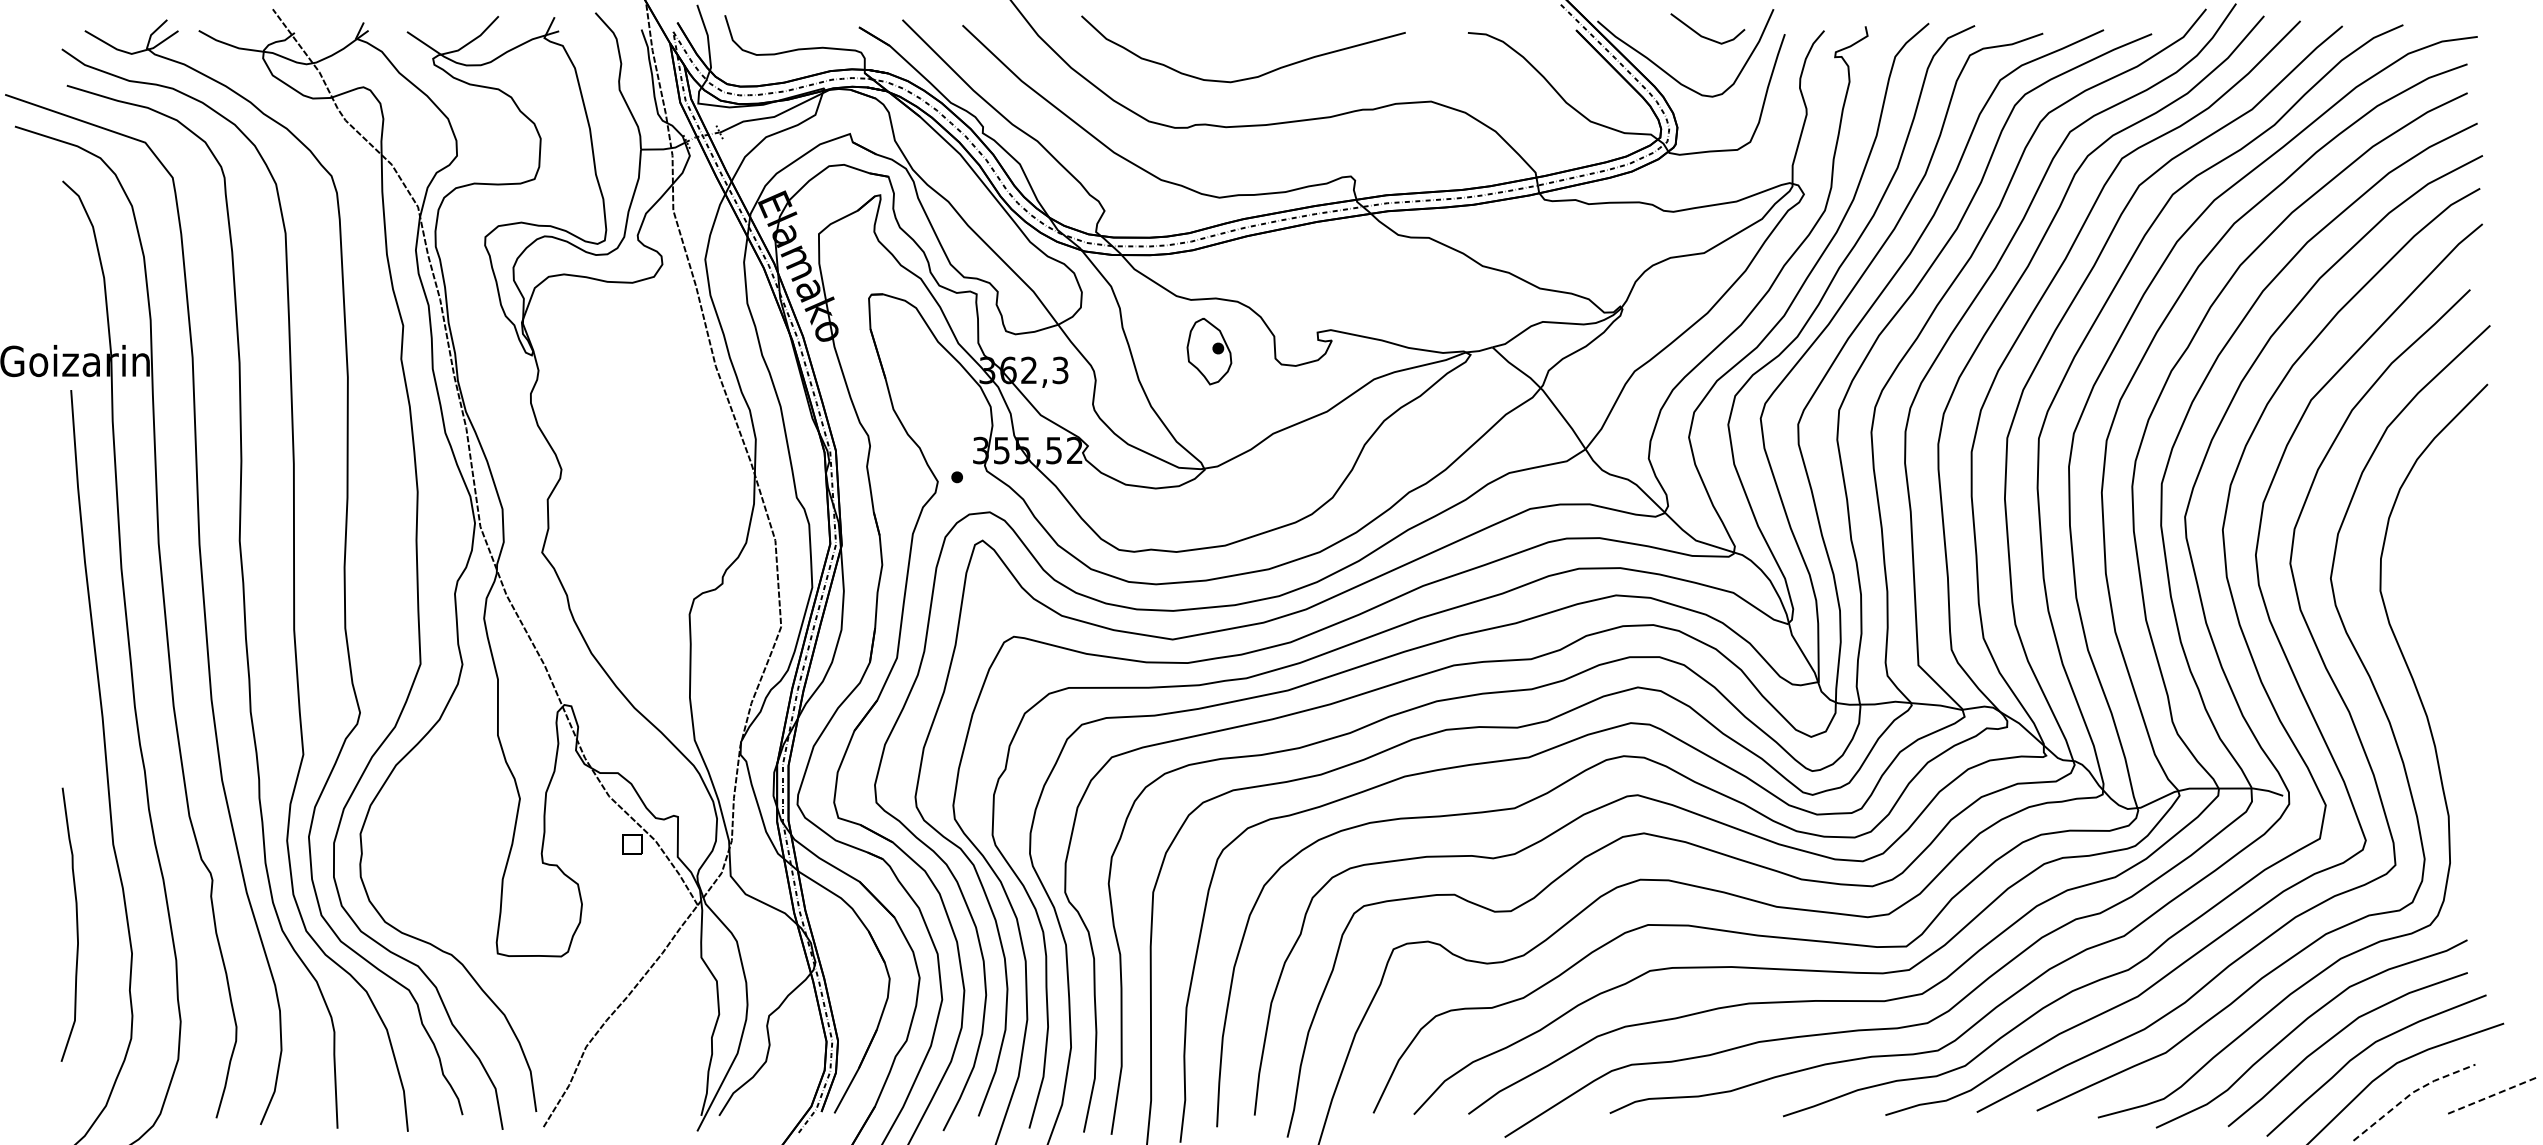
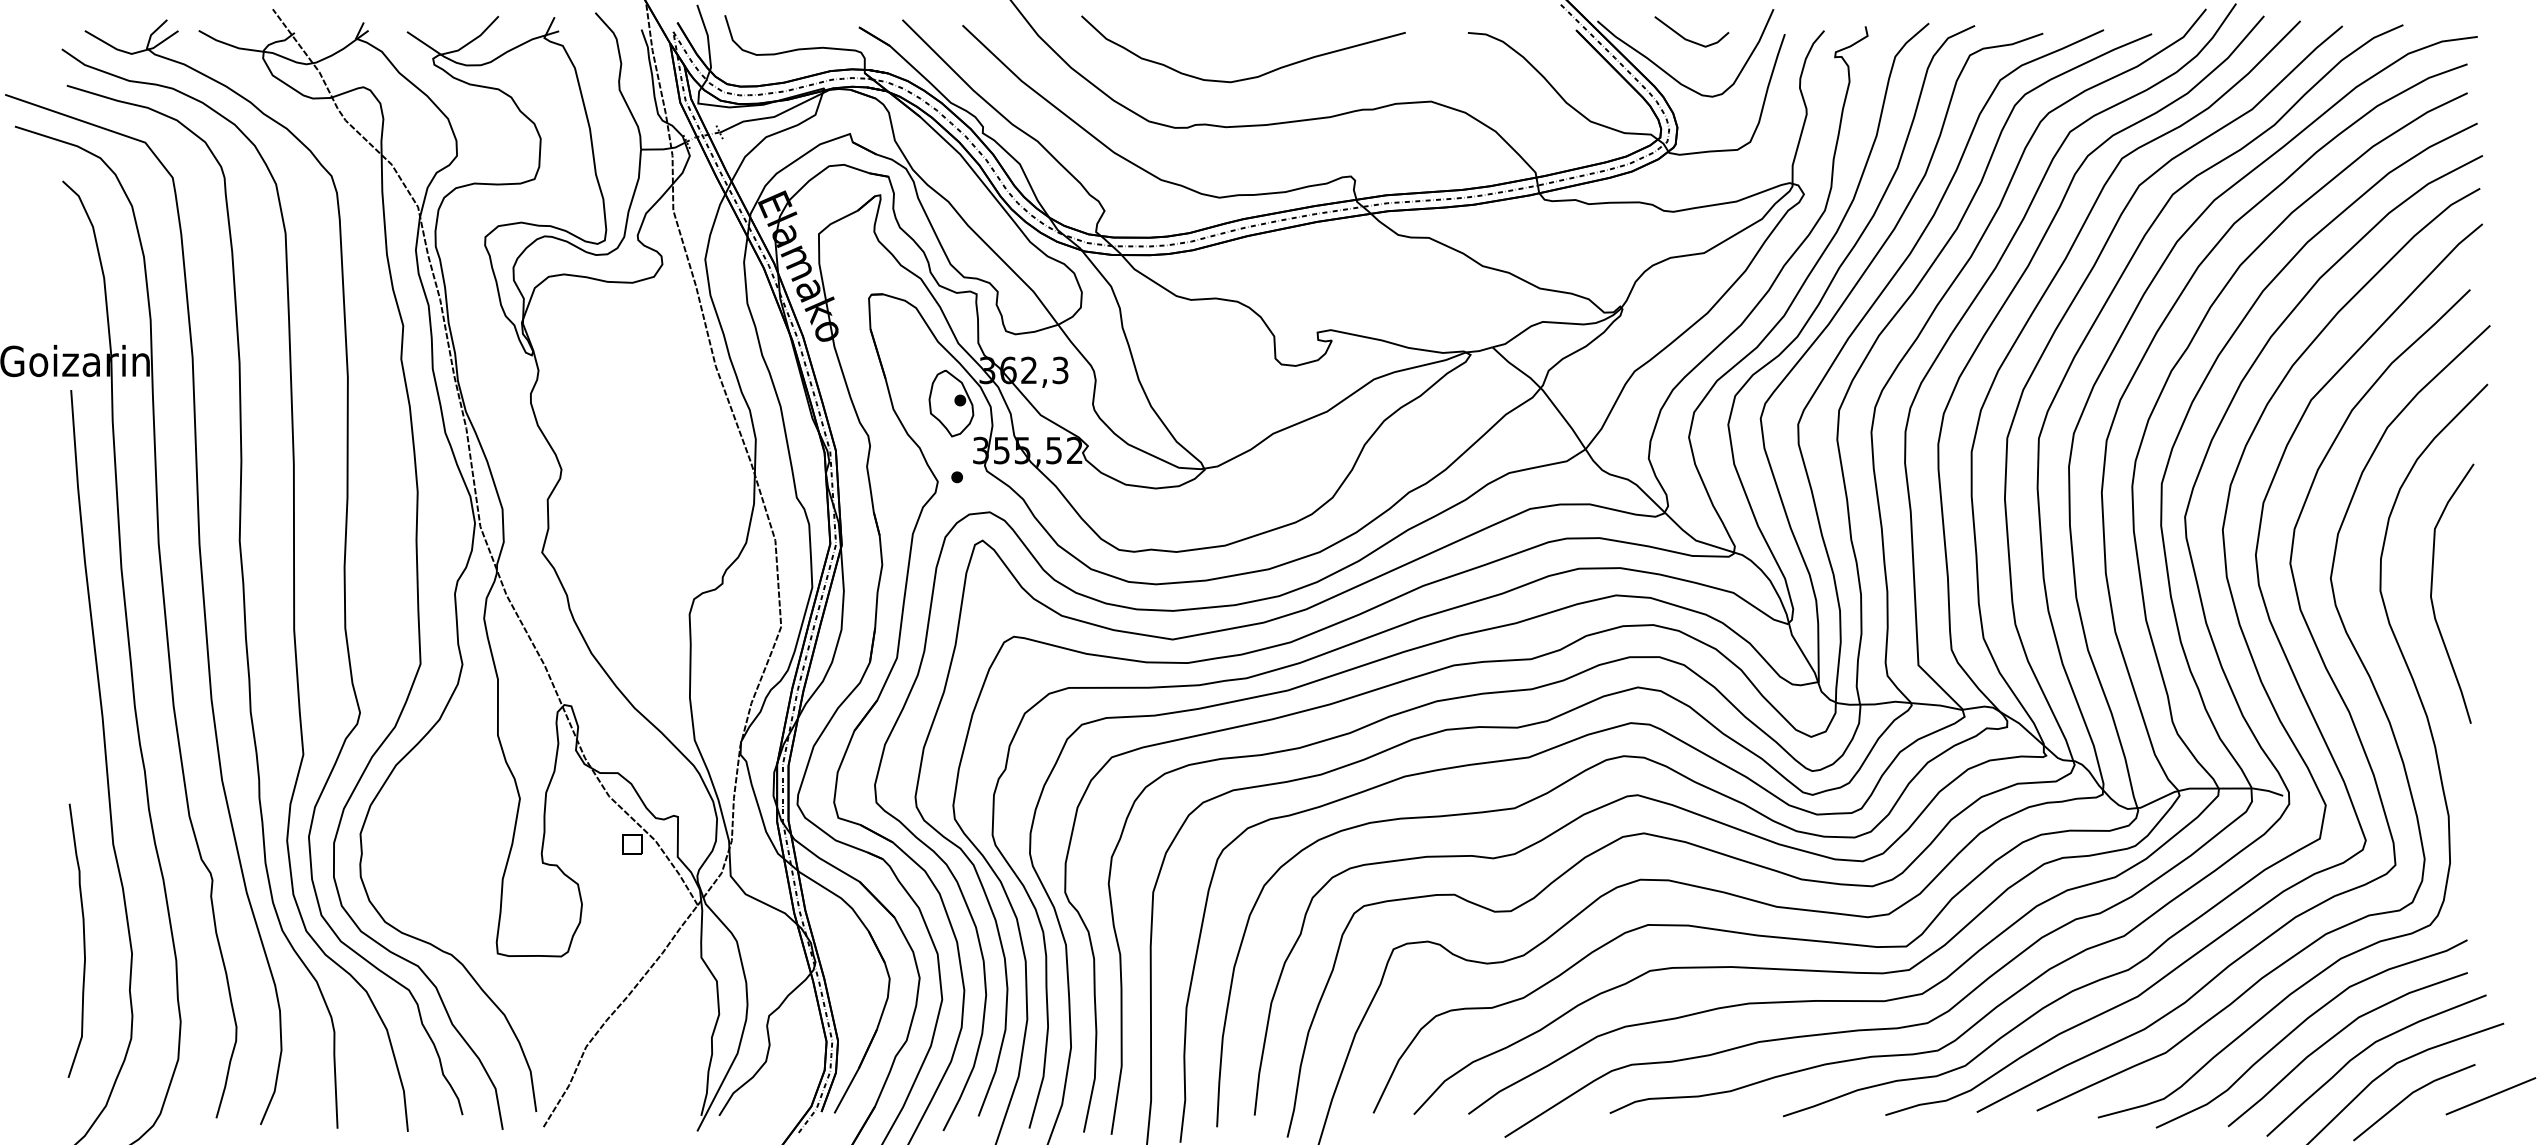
line at (1705, 36) position: (1705, 36) -> (1689, 39)
part at (1209, 351) position: (1209, 351) -> (951, 403)
curve at (2432, 593): none -> present
curve at (76, 924) position: (76, 924) -> (83, 940)
line at (2411, 1093): dashed -> solid
line at (2490, 1096): dashed -> solid
